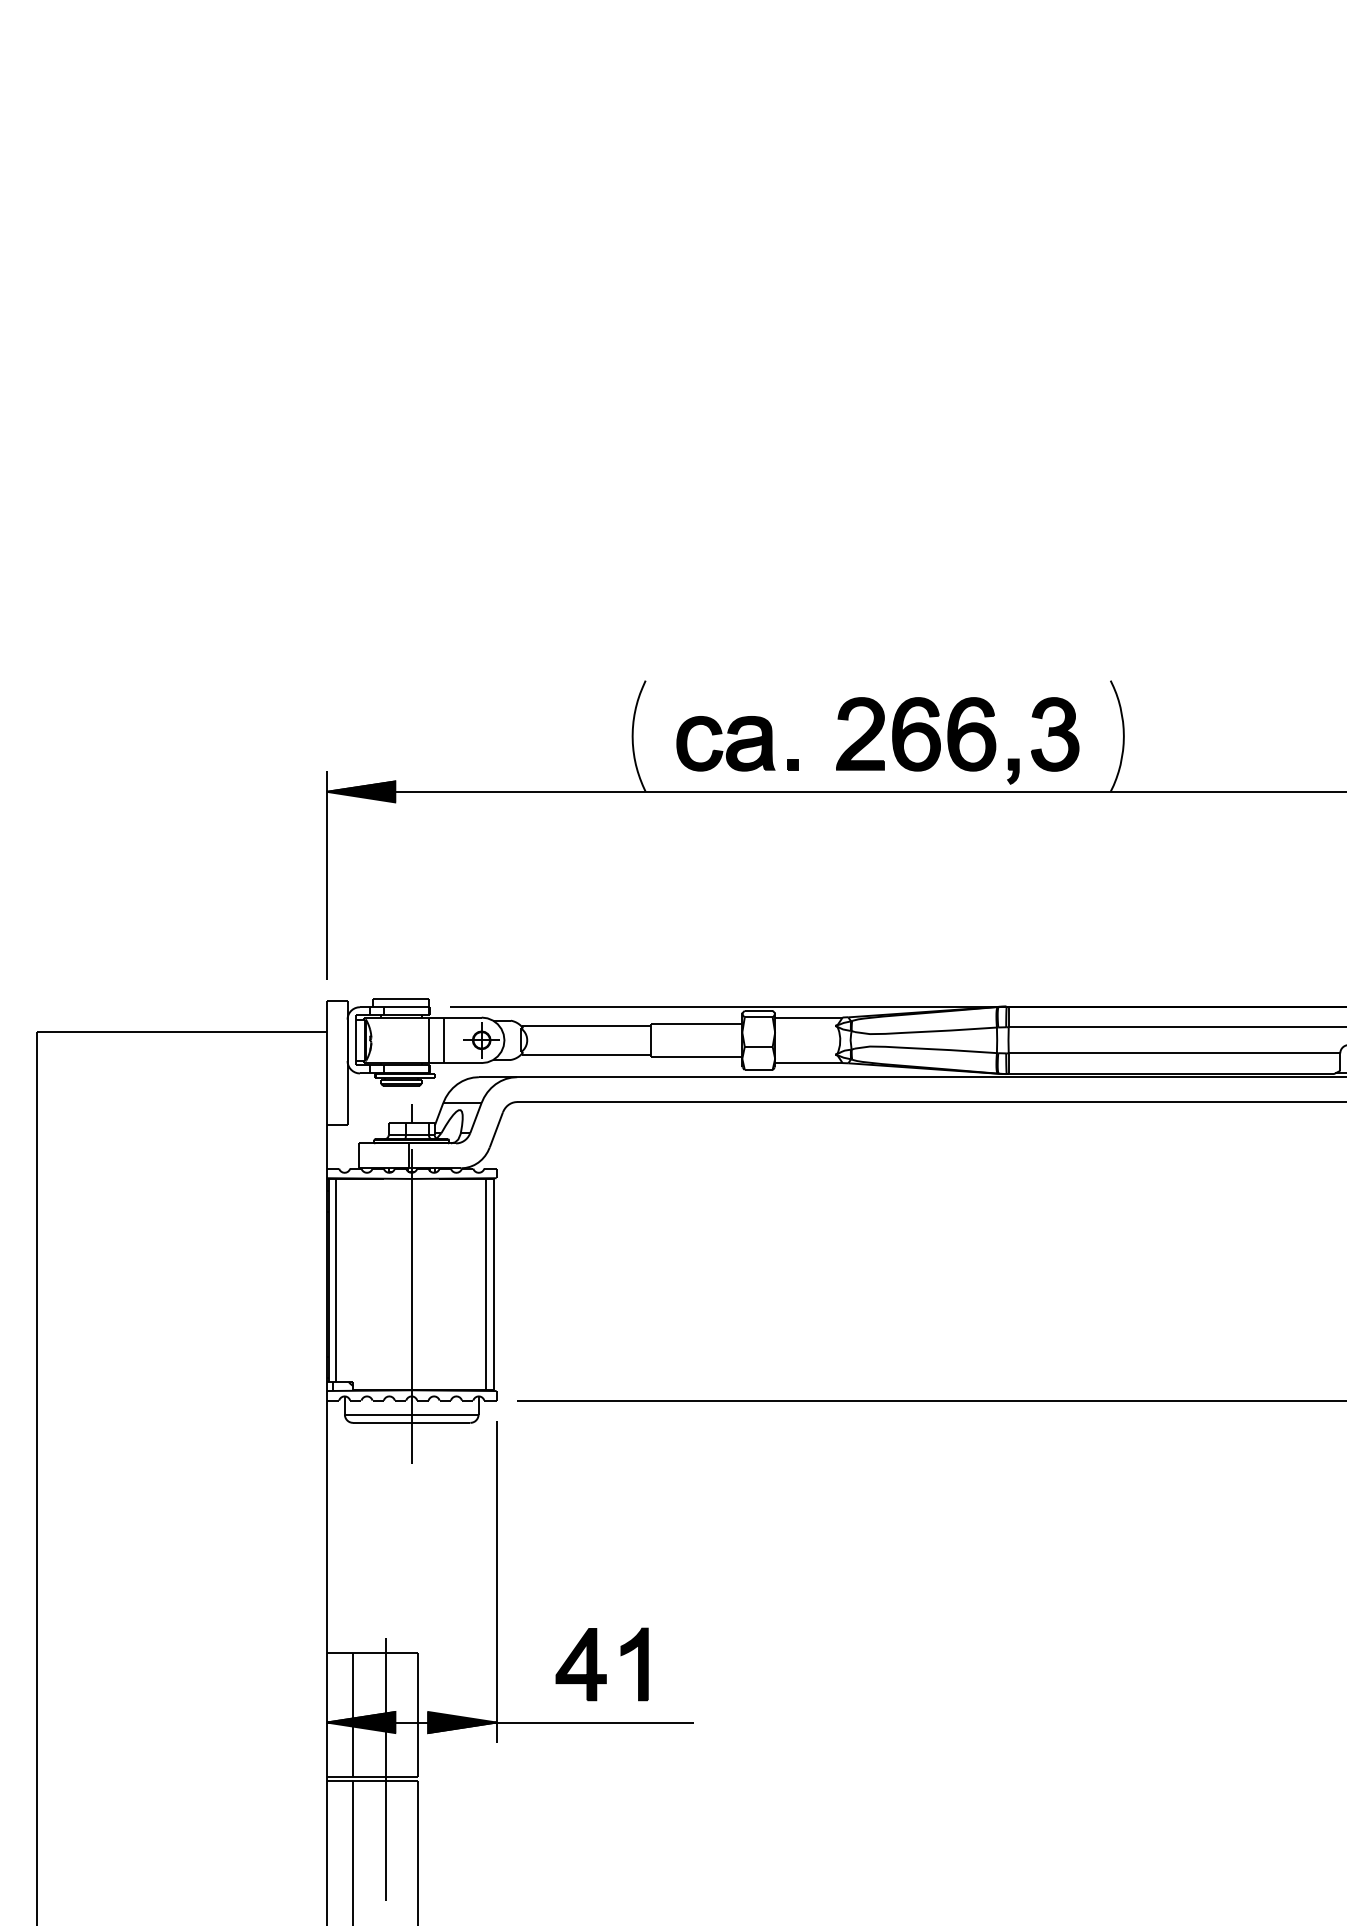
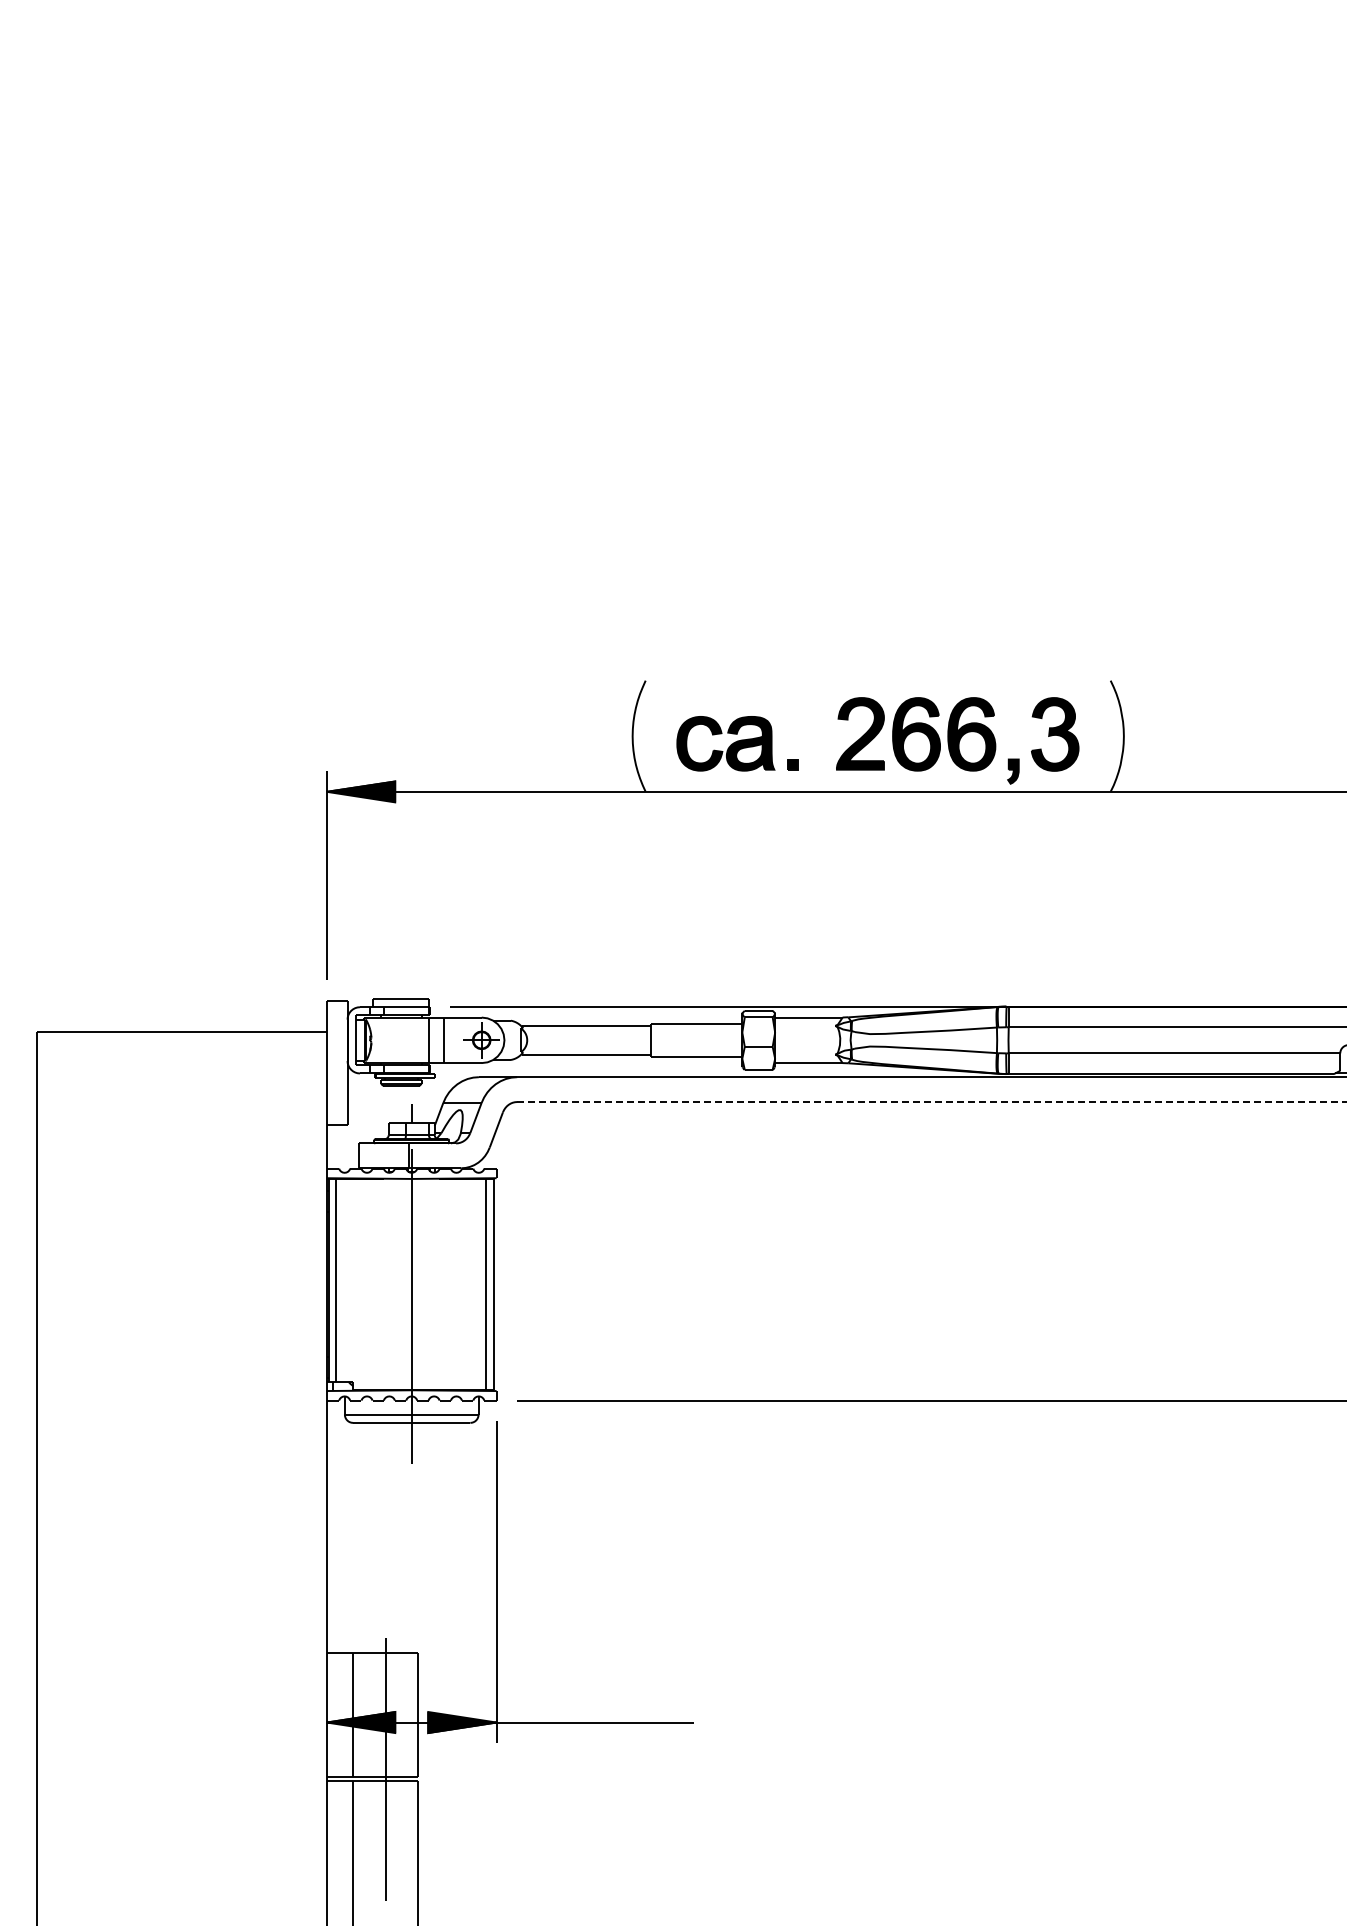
line at (932, 1102): solid -> dashed
part at (601, 1664): present -> none
